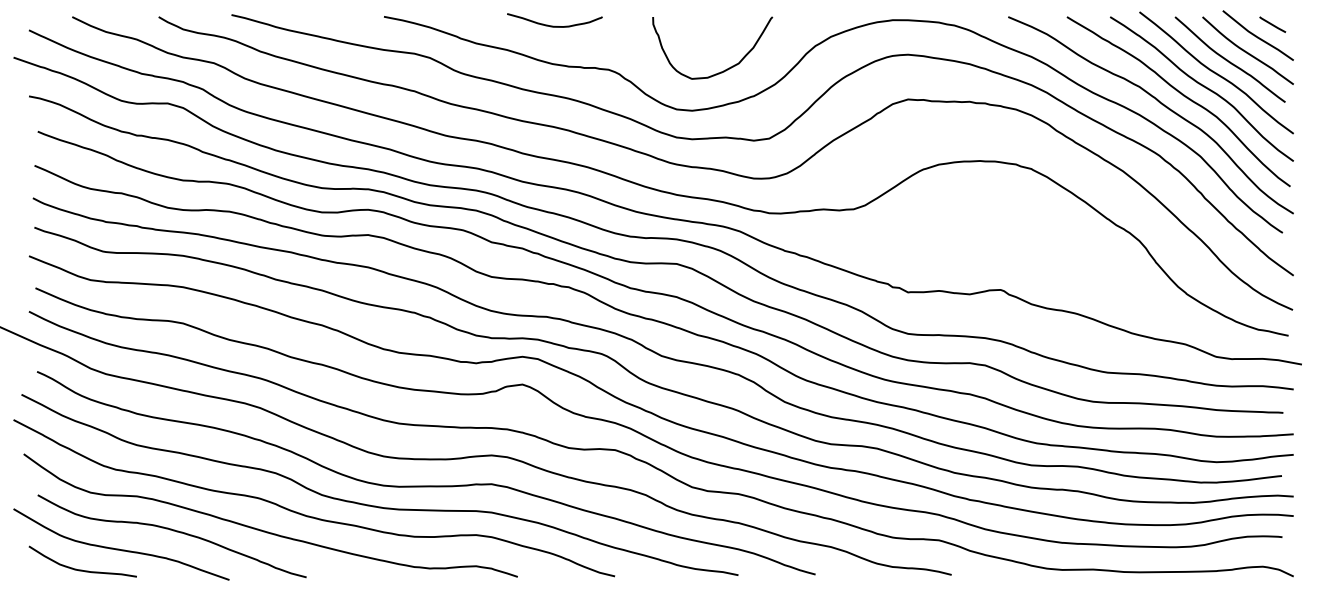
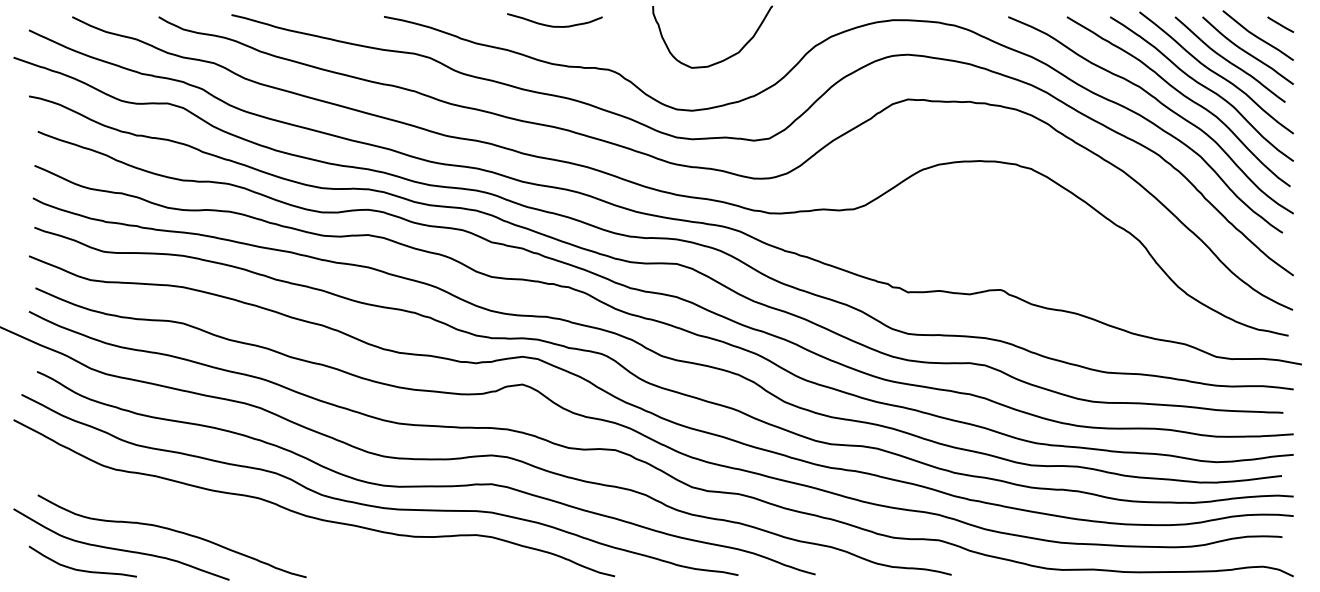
line at (1272, 24) position: (1272, 24) -> (1280, 24)
curve at (720, 71) position: (720, 71) -> (720, 60)
curve at (265, 530): present -> none
